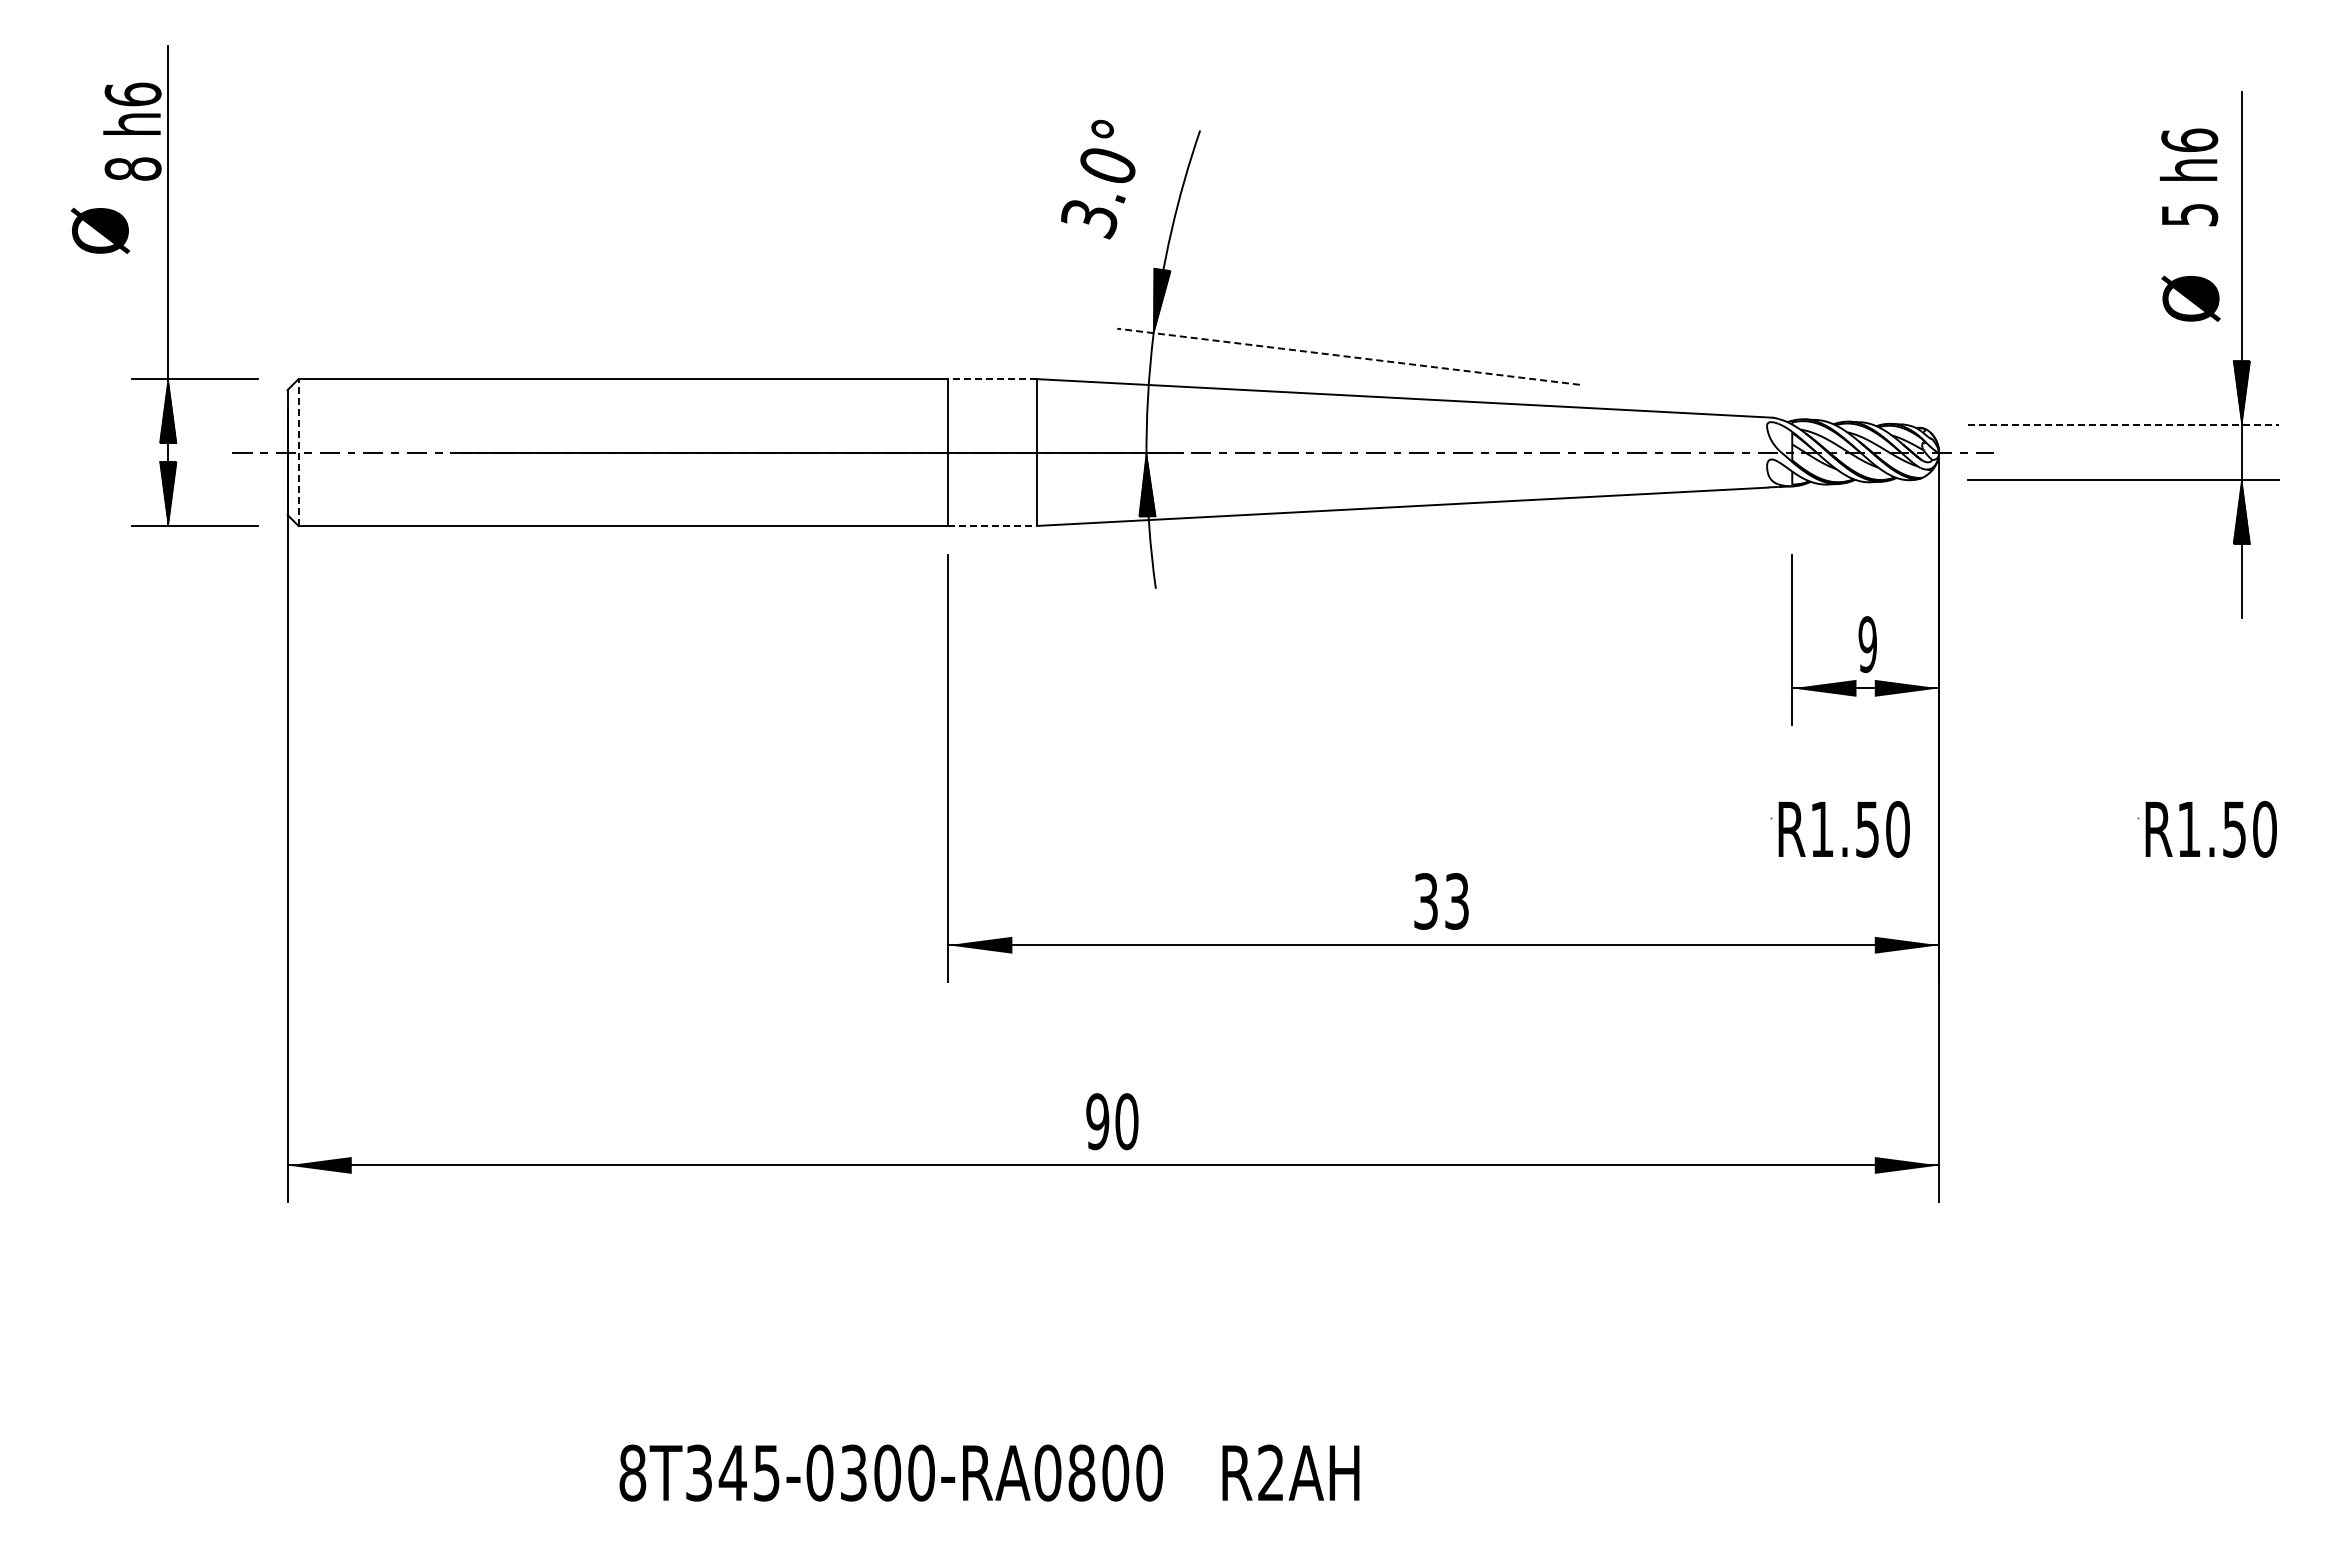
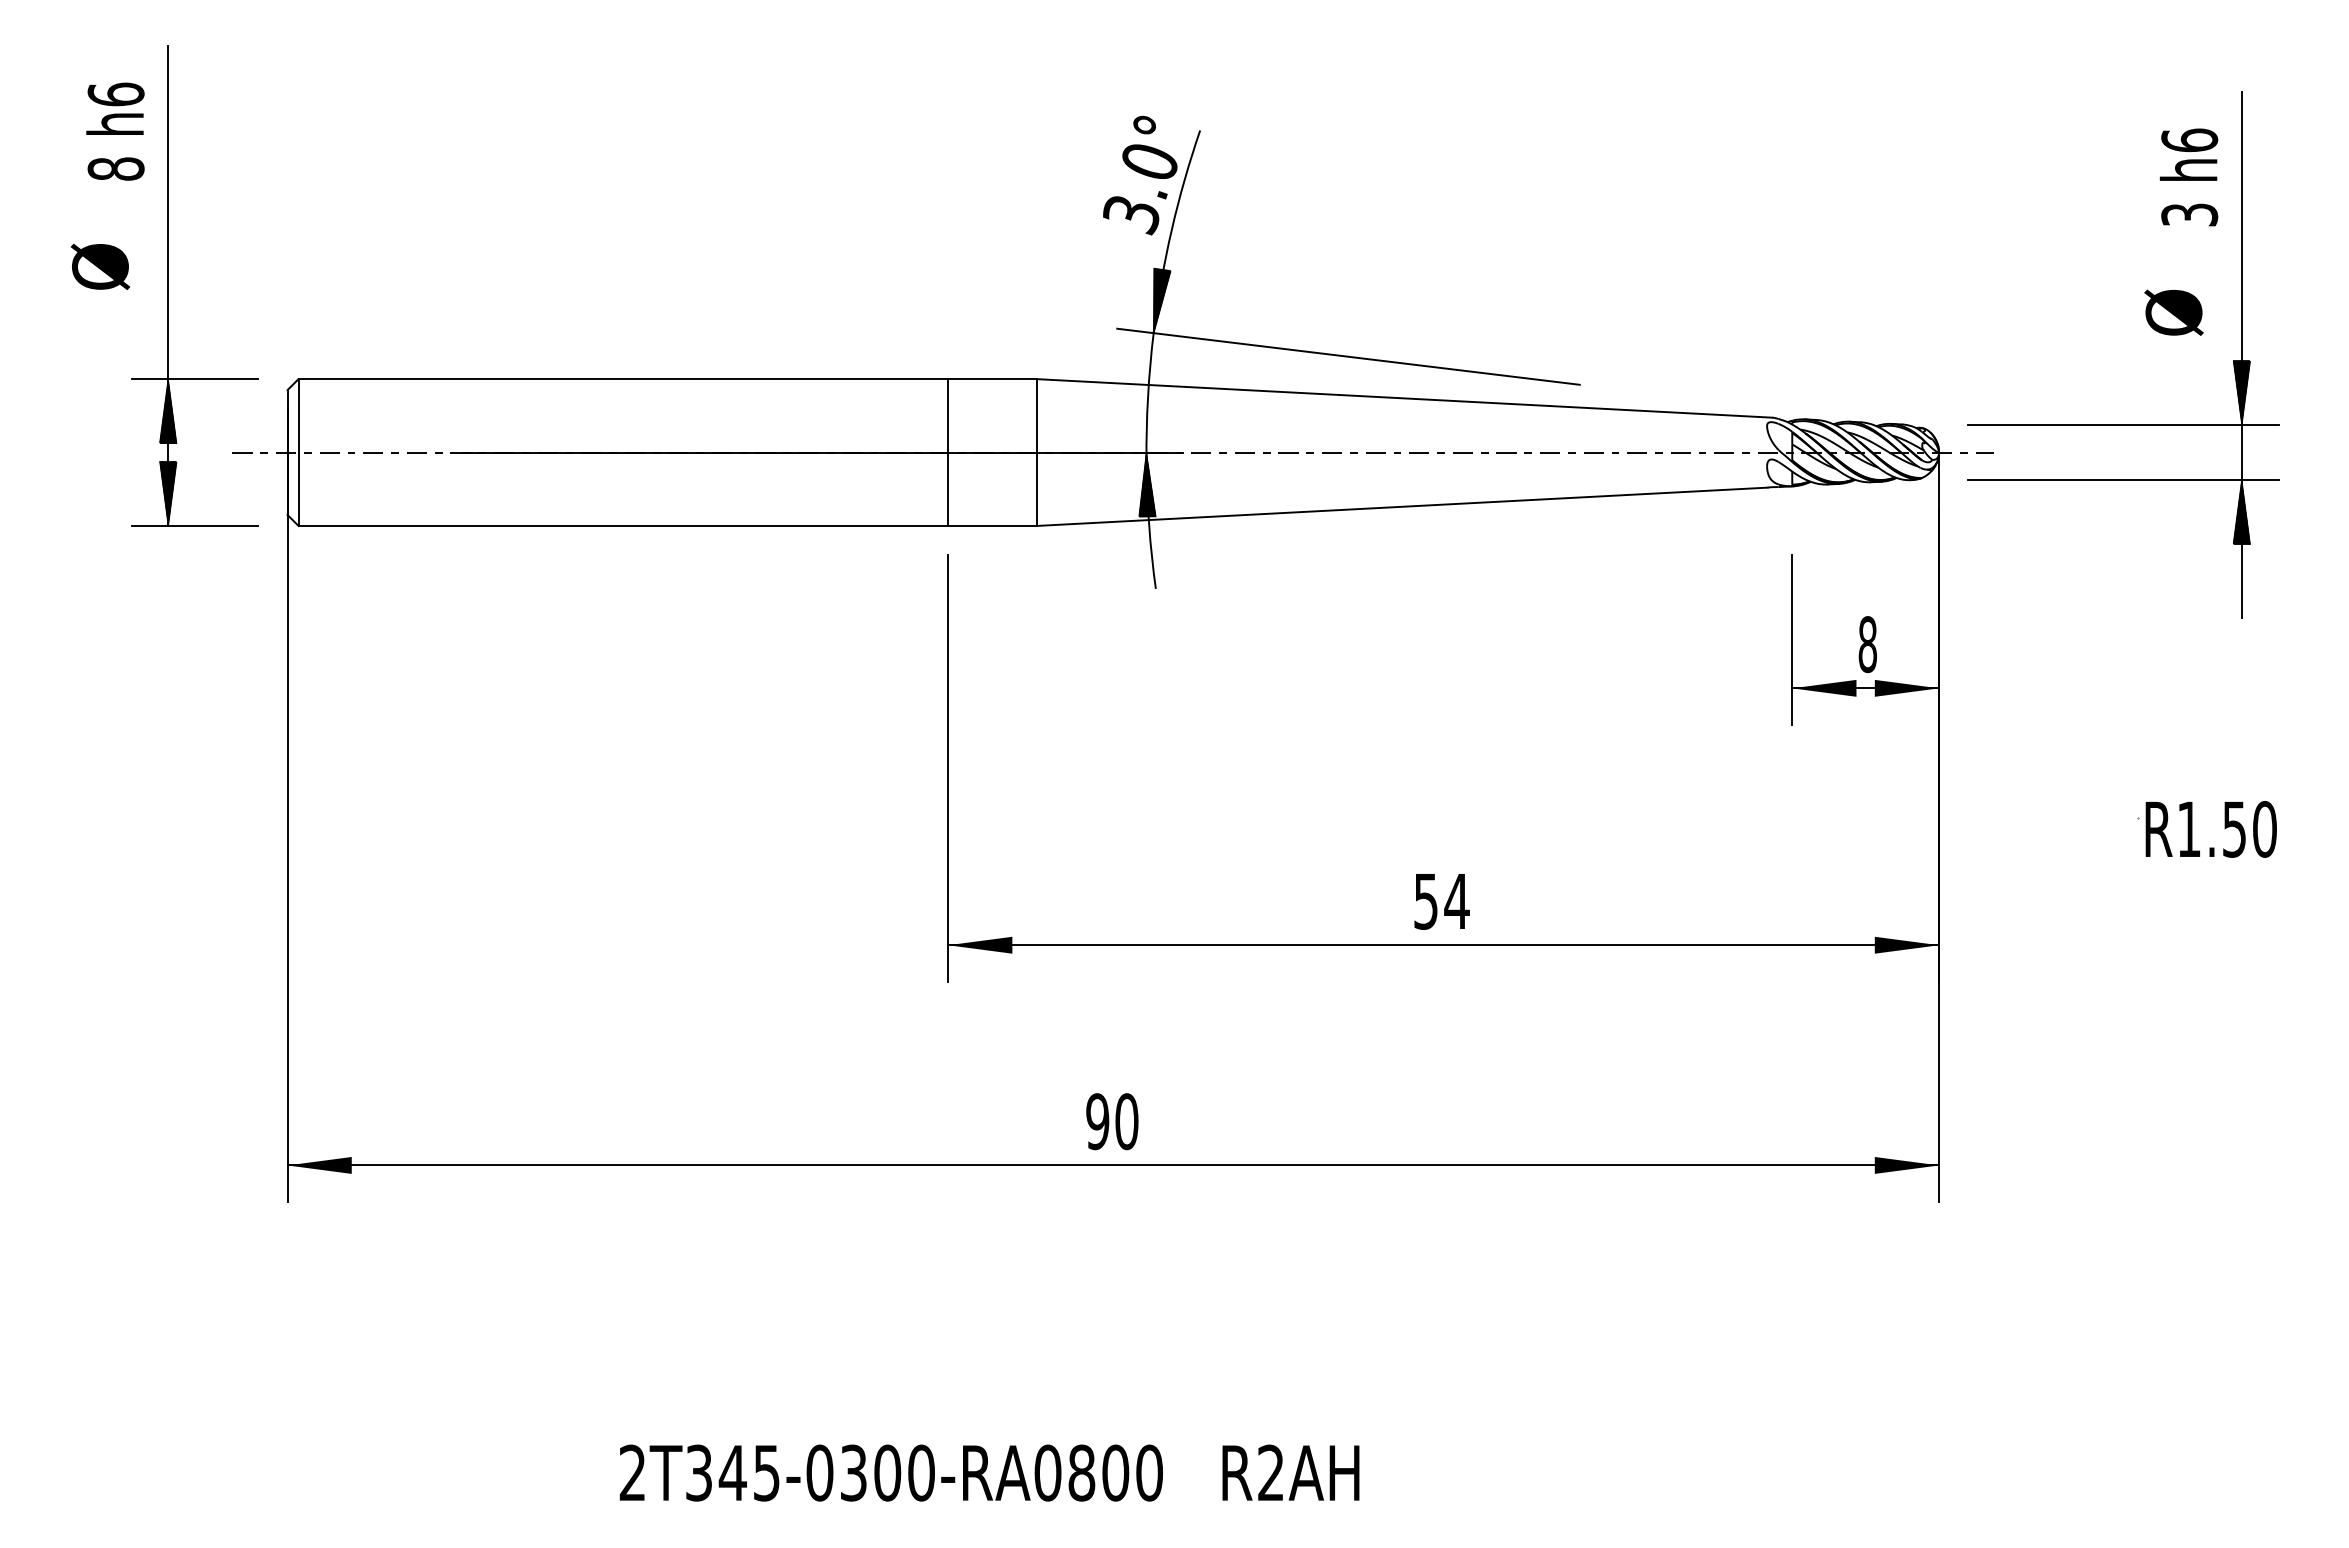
text at (132, 131) position: (132, 131) -> (115, 131)
text at (1098, 179) position: (1098, 179) -> (1140, 175)
text at (2189, 214): 5 -> 3
text at (100, 230) position: (100, 230) -> (100, 266)
text at (2190, 298) position: (2190, 298) -> (2173, 312)
line at (1348, 356): dashed -> solid
line at (992, 379): dashed -> solid
line at (2123, 425): dashed -> solid
line at (298, 452): dashed -> solid
line at (993, 525): dashed -> solid
text at (1867, 644): 9 -> 8
part at (1825, 829): present -> none
text at (1441, 901): 33 -> 54
text at (632, 1472): 8T345-0300-RA0800 -> 2T345-0300-RA0800
